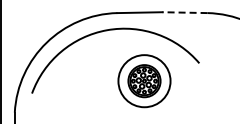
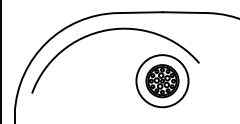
line at (185, 12): dashed -> solid
part at (144, 81) position: (144, 81) -> (162, 81)
